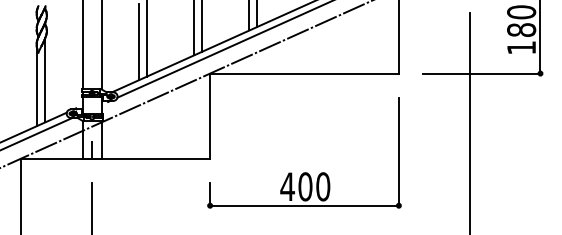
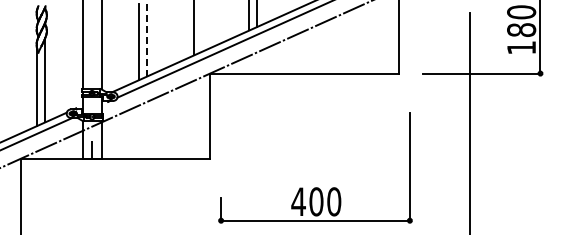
line at (202, 26): present -> none
line at (146, 38): solid -> dashed
part at (304, 172) position: (304, 172) -> (315, 187)
line at (92, 206): present -> none
